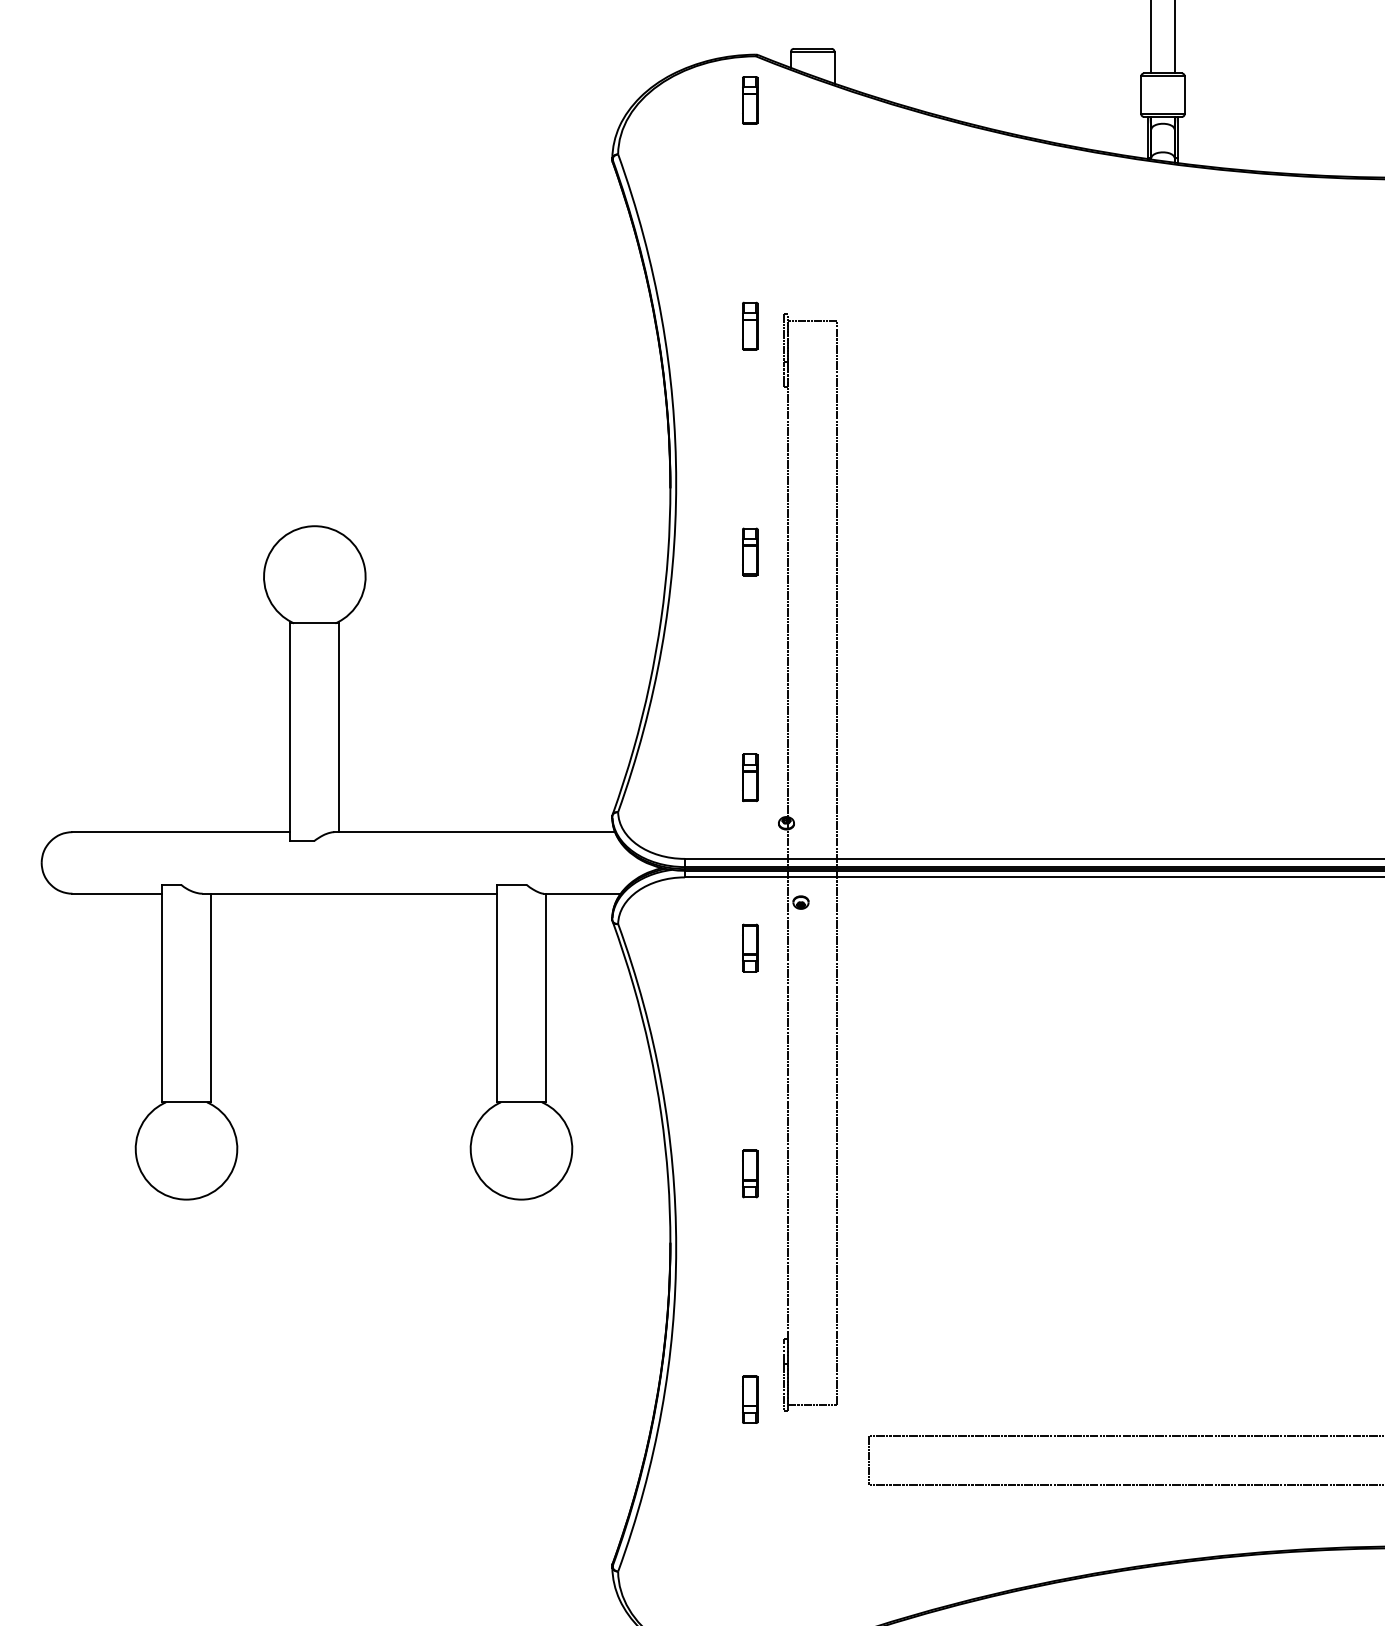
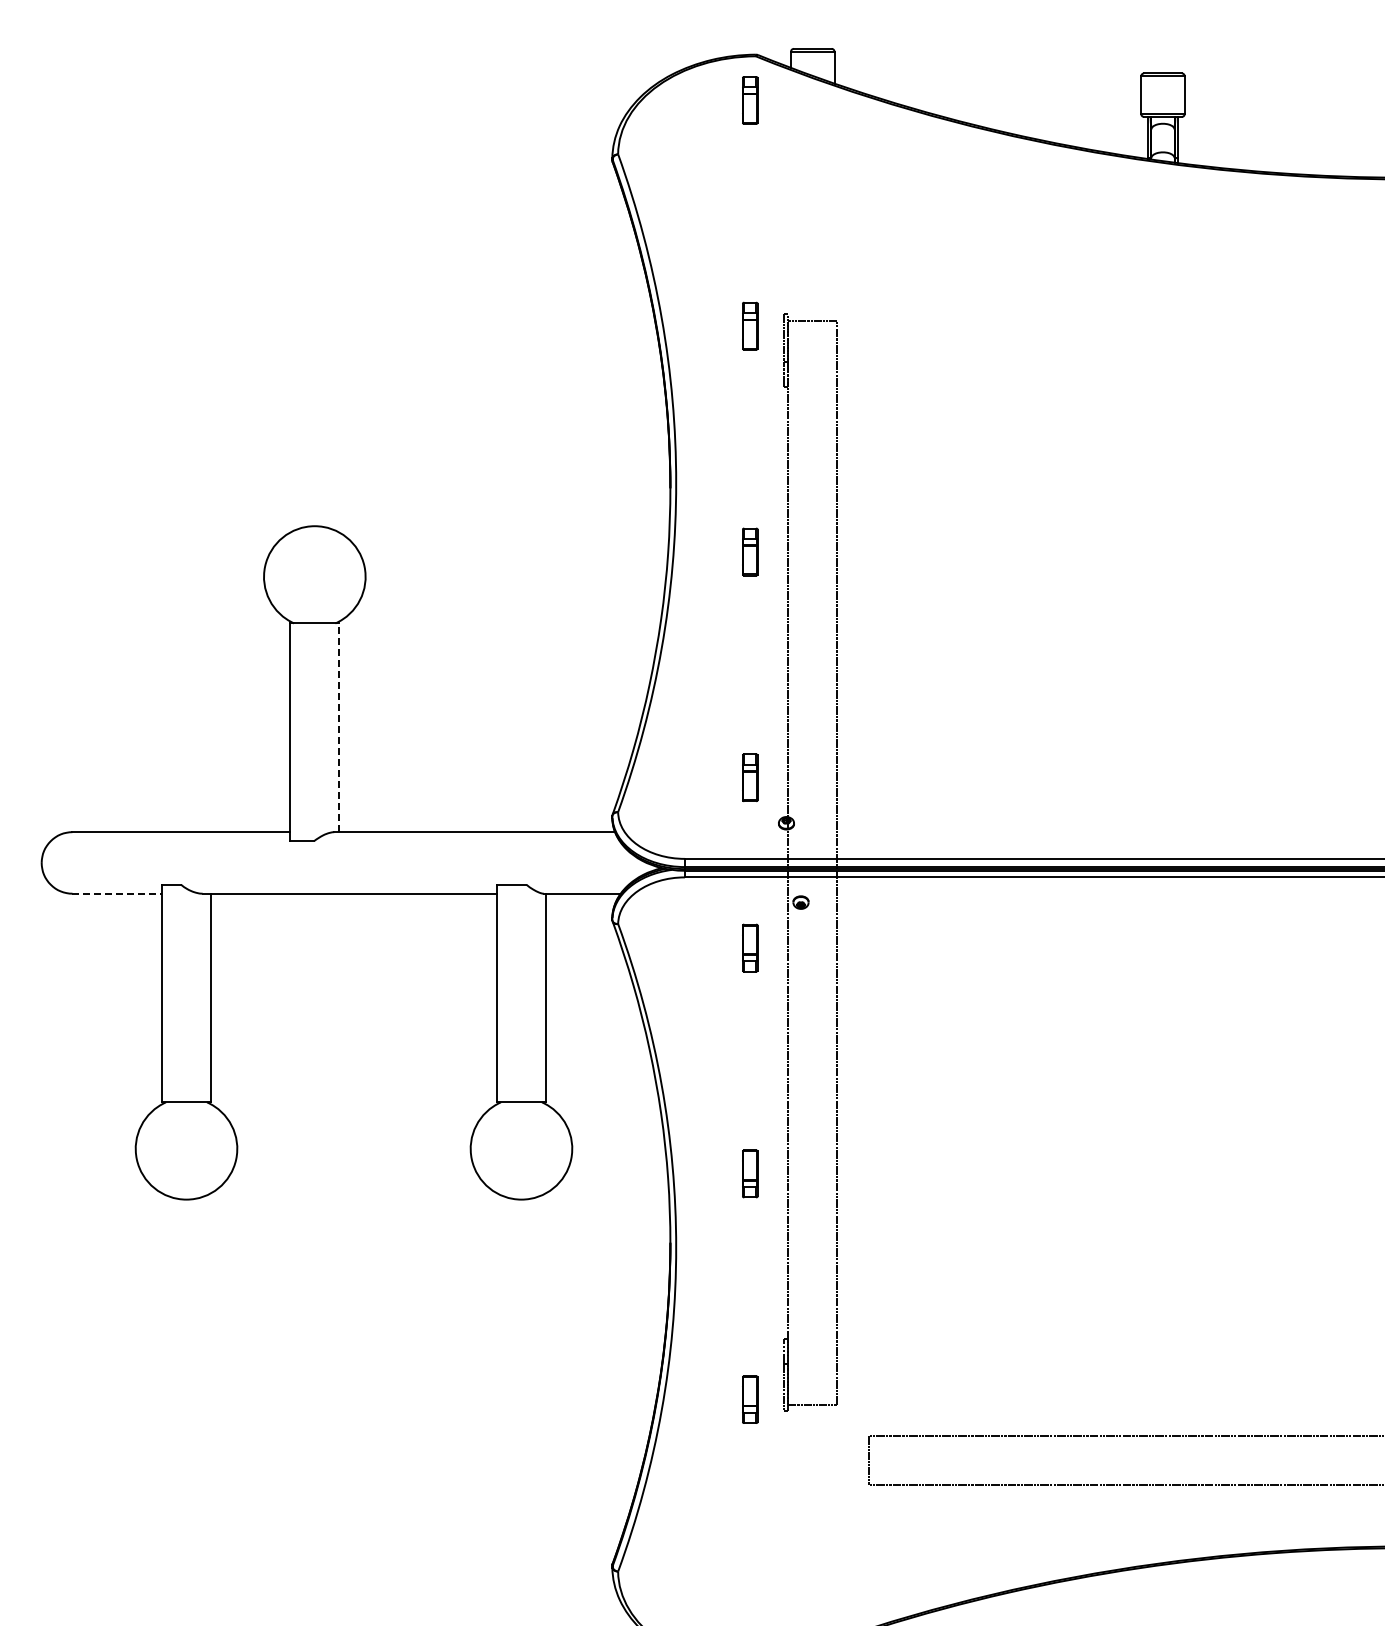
line at (1151, 37): present -> none
line at (1174, 37): present -> none
line at (339, 727): solid -> dashed
line at (117, 893): solid -> dashed
